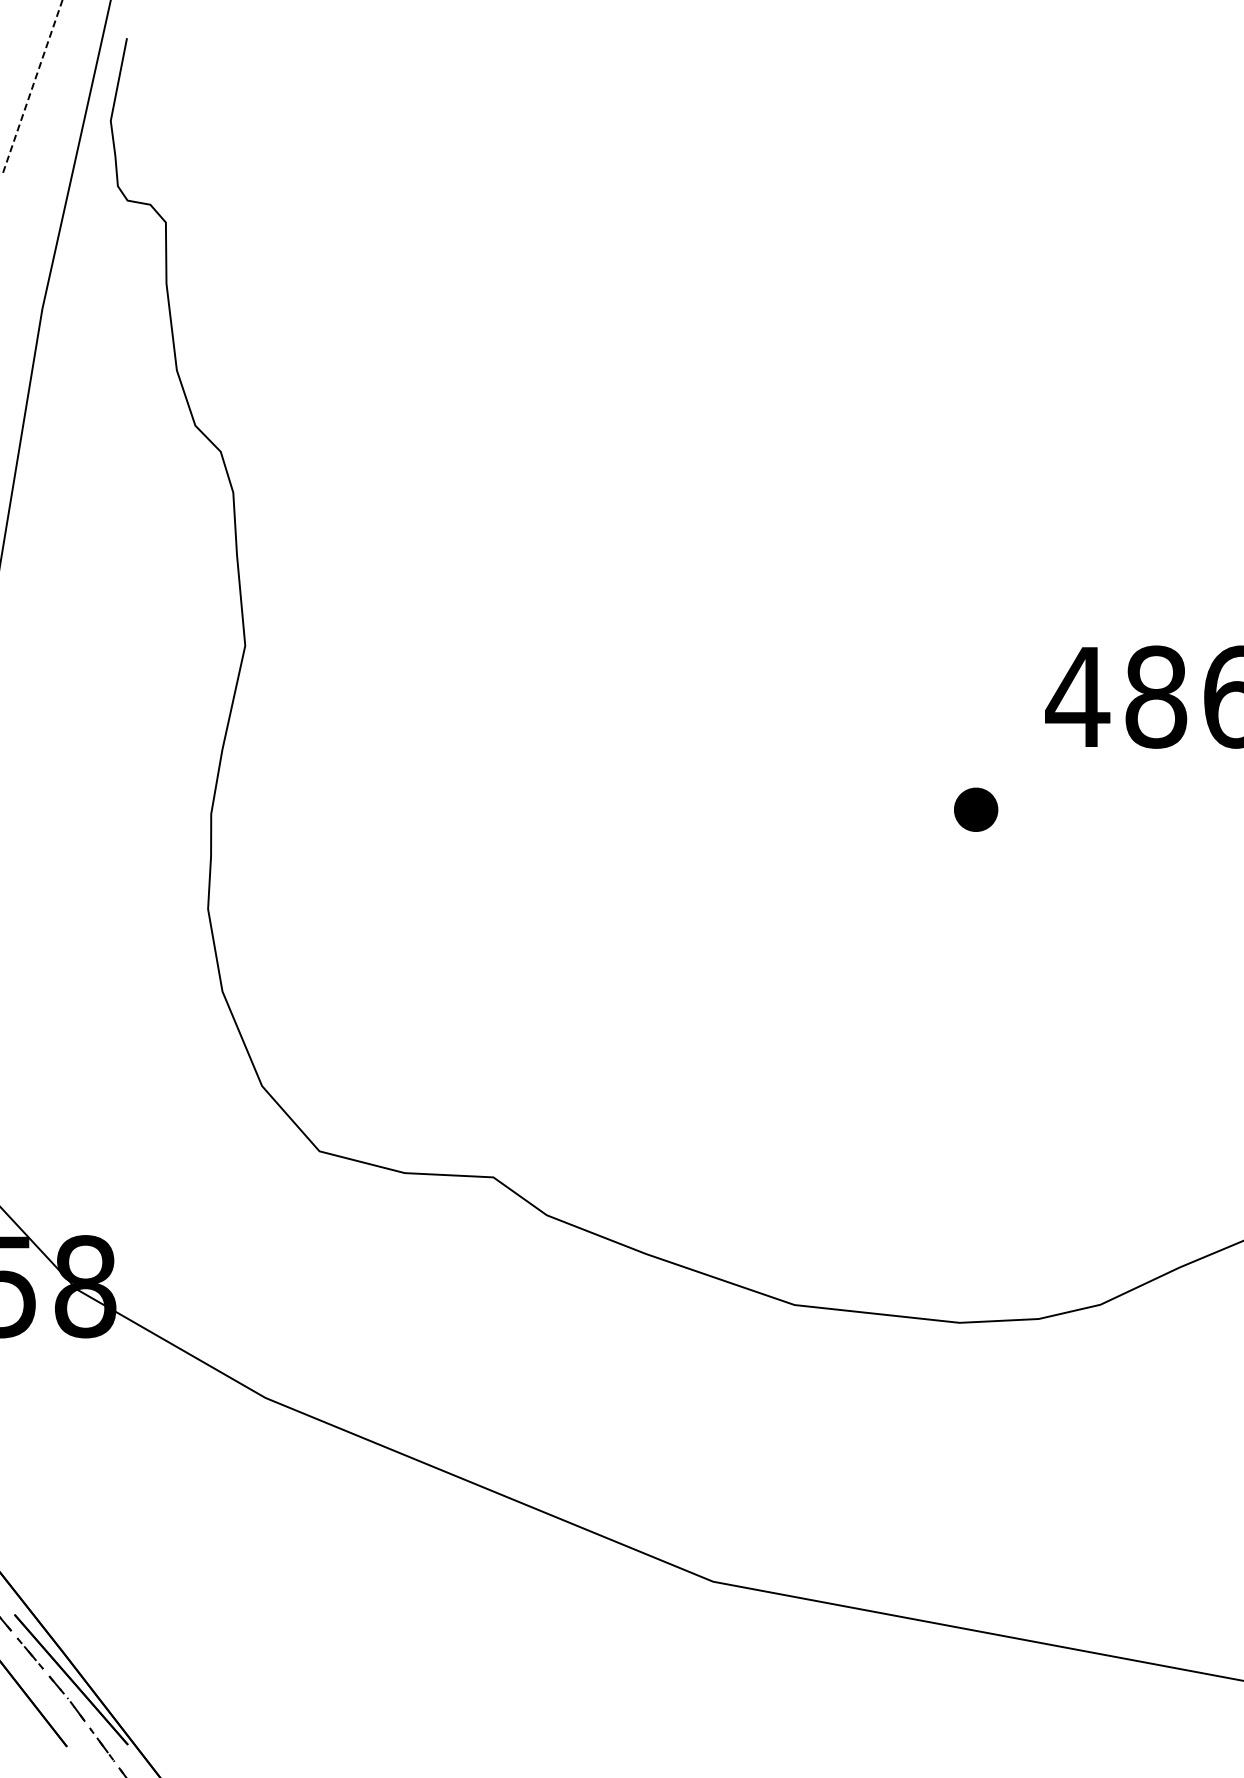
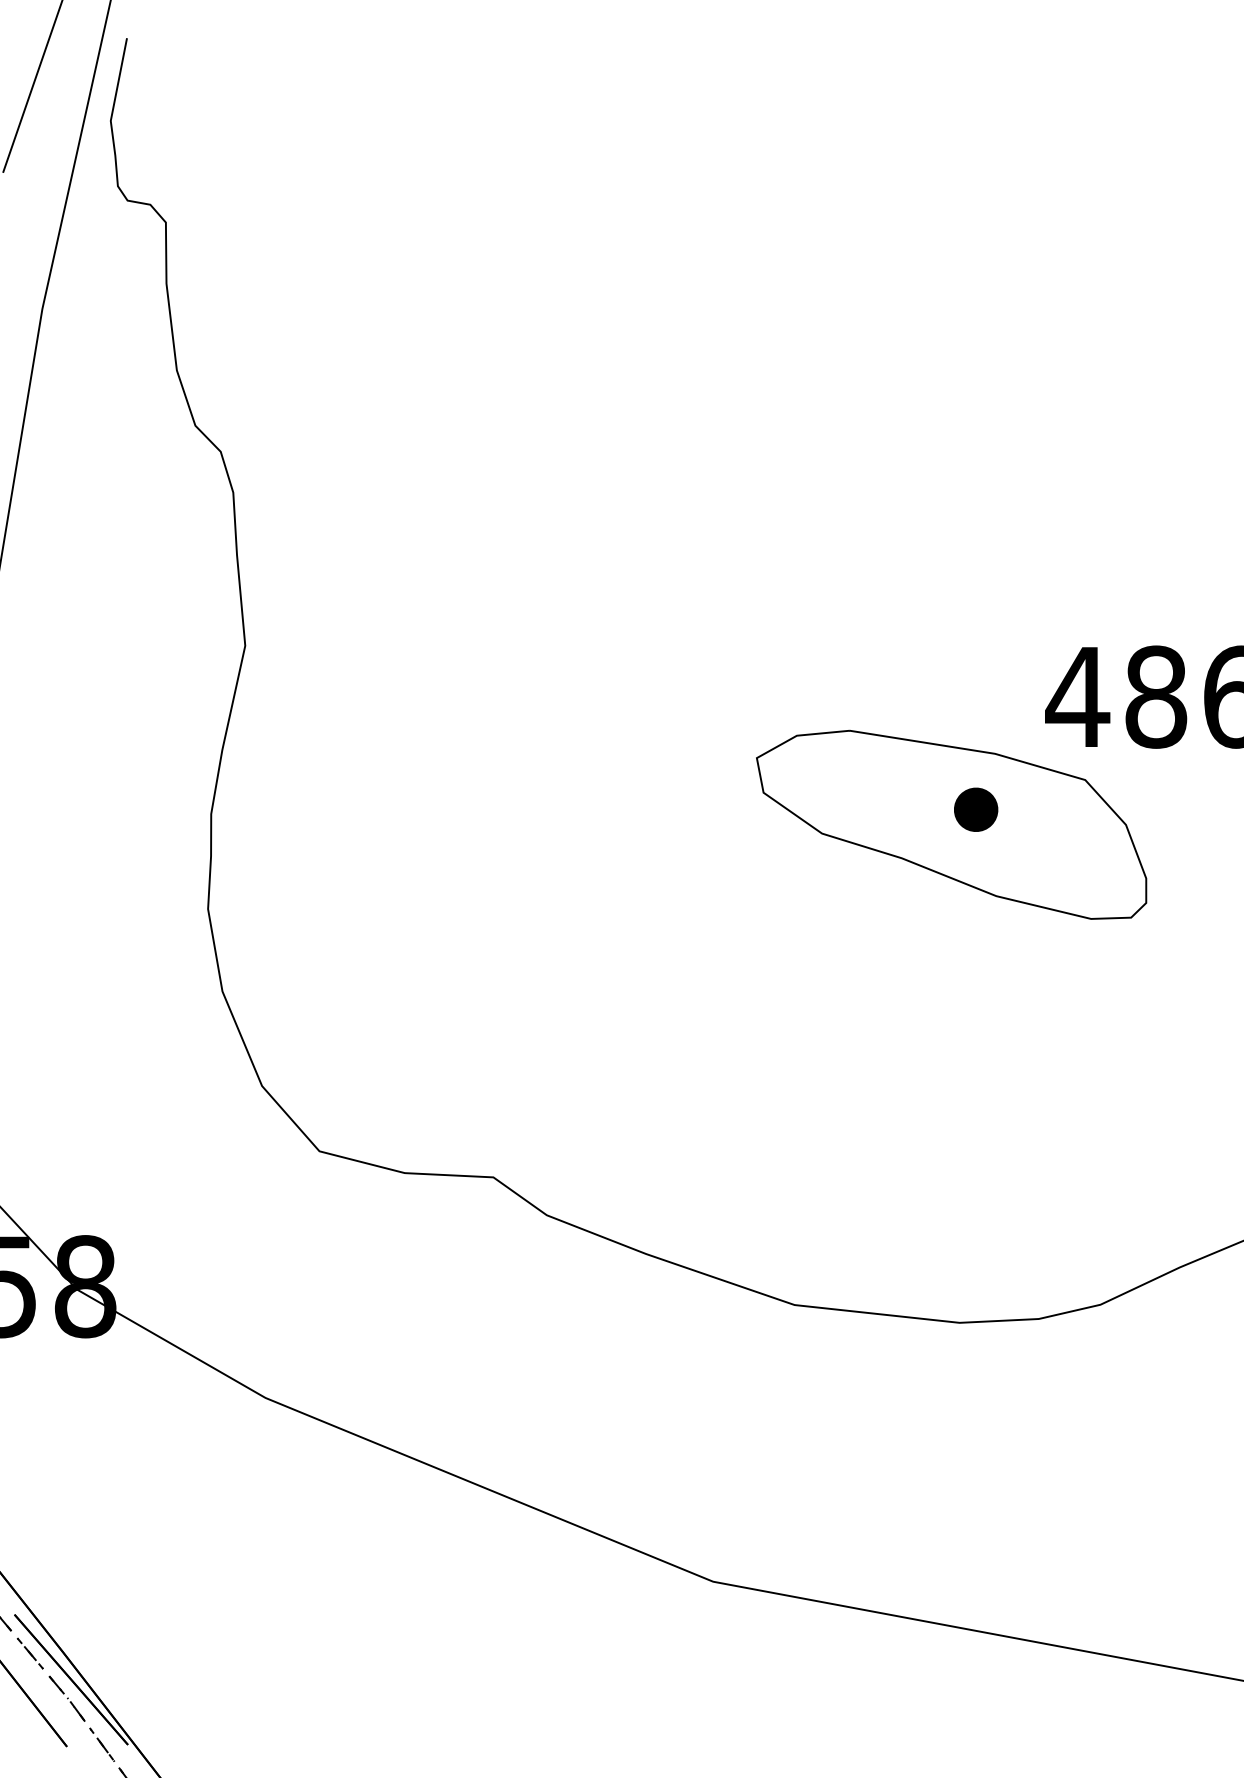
line at (32, 86): dashed -> solid
part at (951, 824): none -> present
